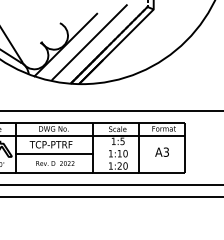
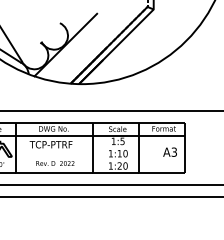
line at (89, 42): present -> none
text at (161, 151) position: (161, 151) -> (169, 151)
line at (53, 154): present -> none
